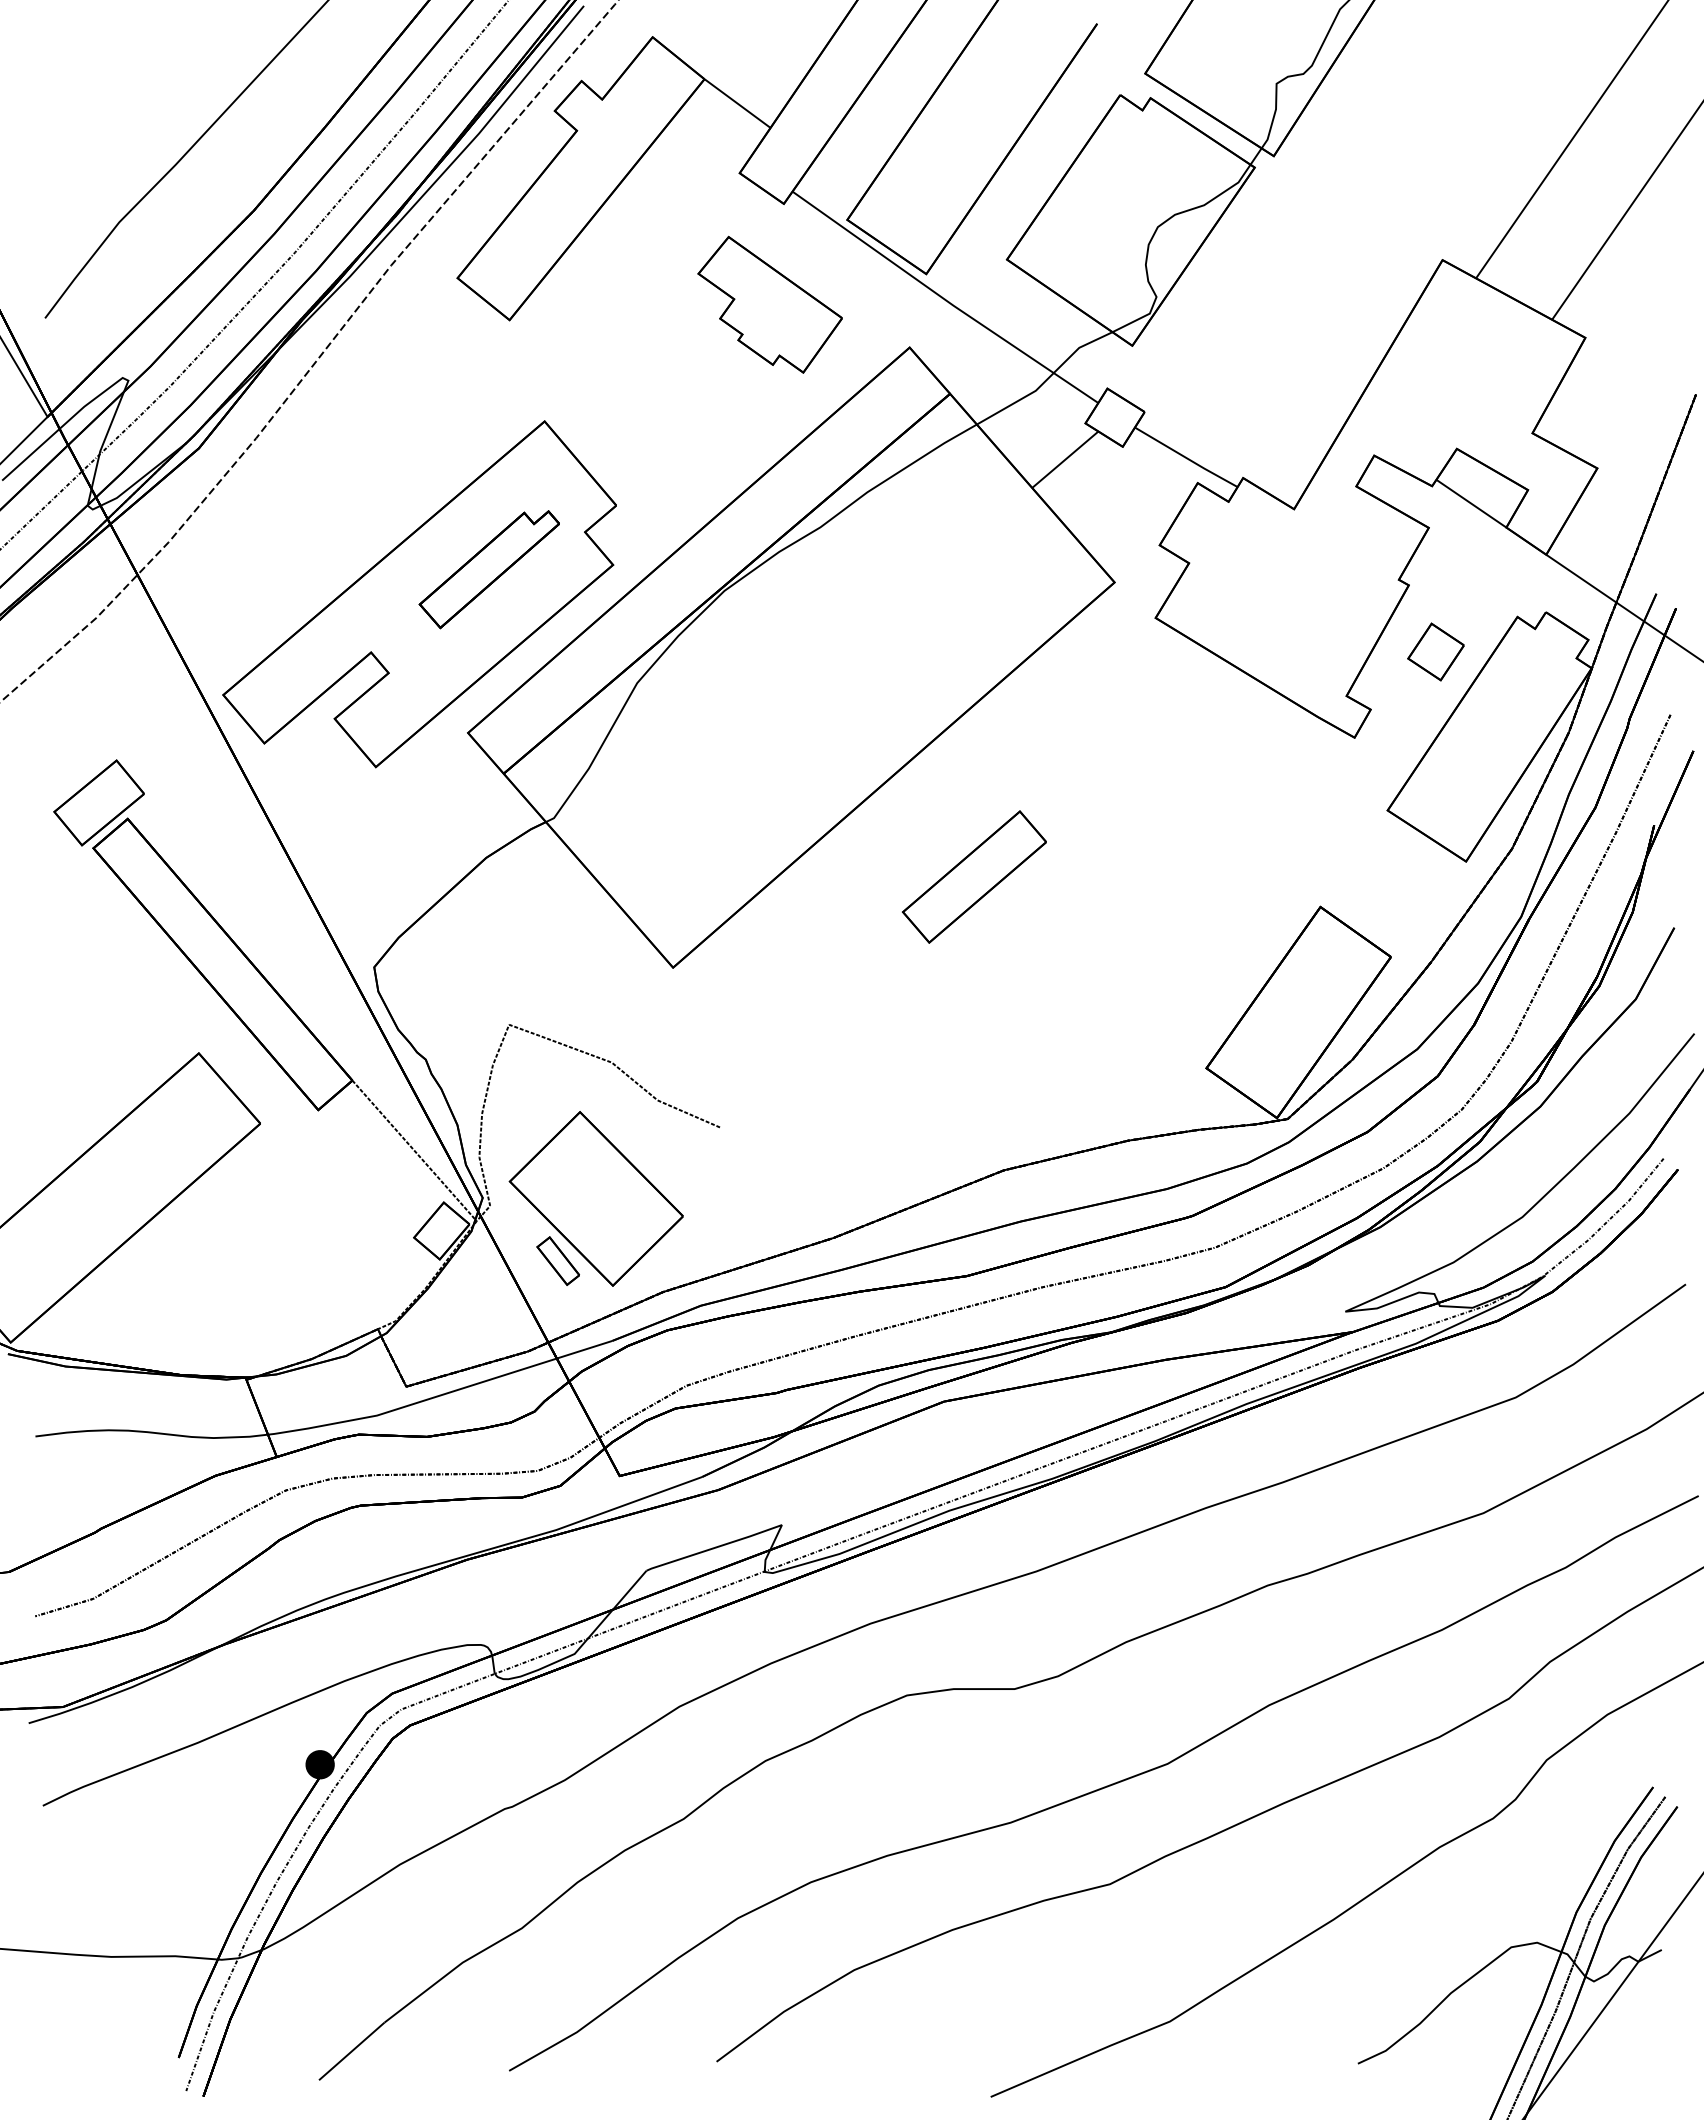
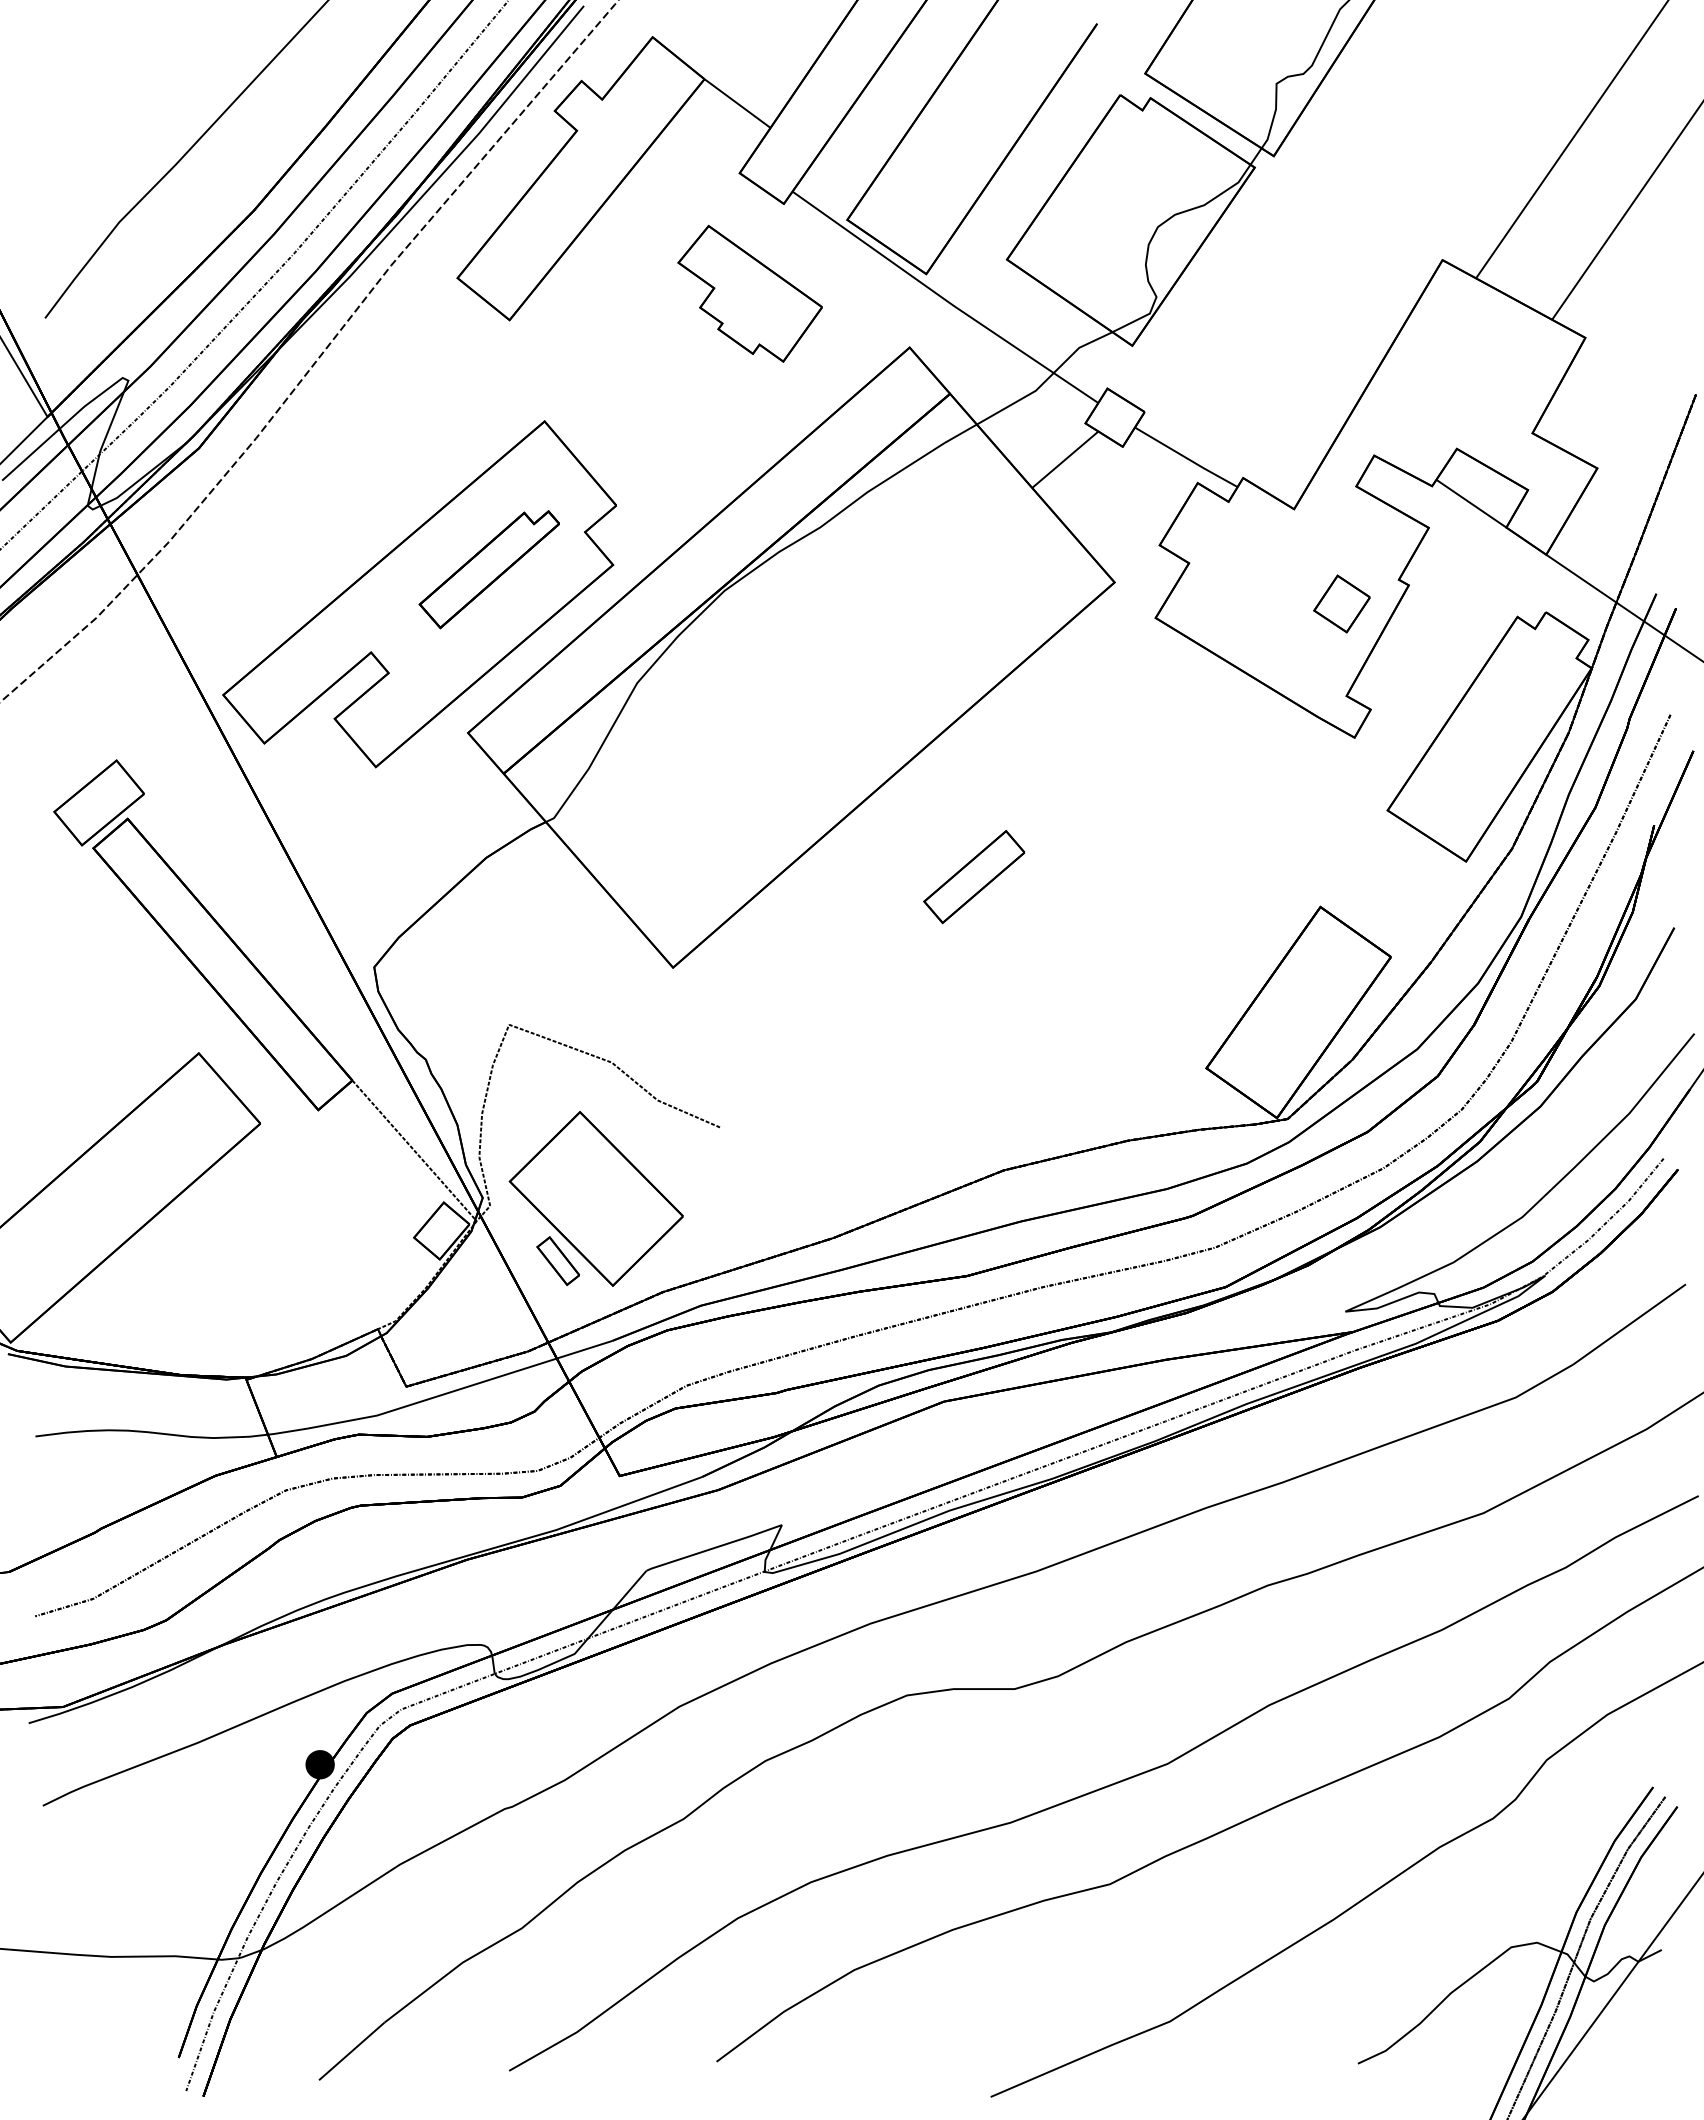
part at (769, 304) position: (769, 304) -> (749, 293)
part at (1435, 651) position: (1435, 651) -> (1341, 603)
part at (973, 876) size: 146x134 px -> 103x95 px
